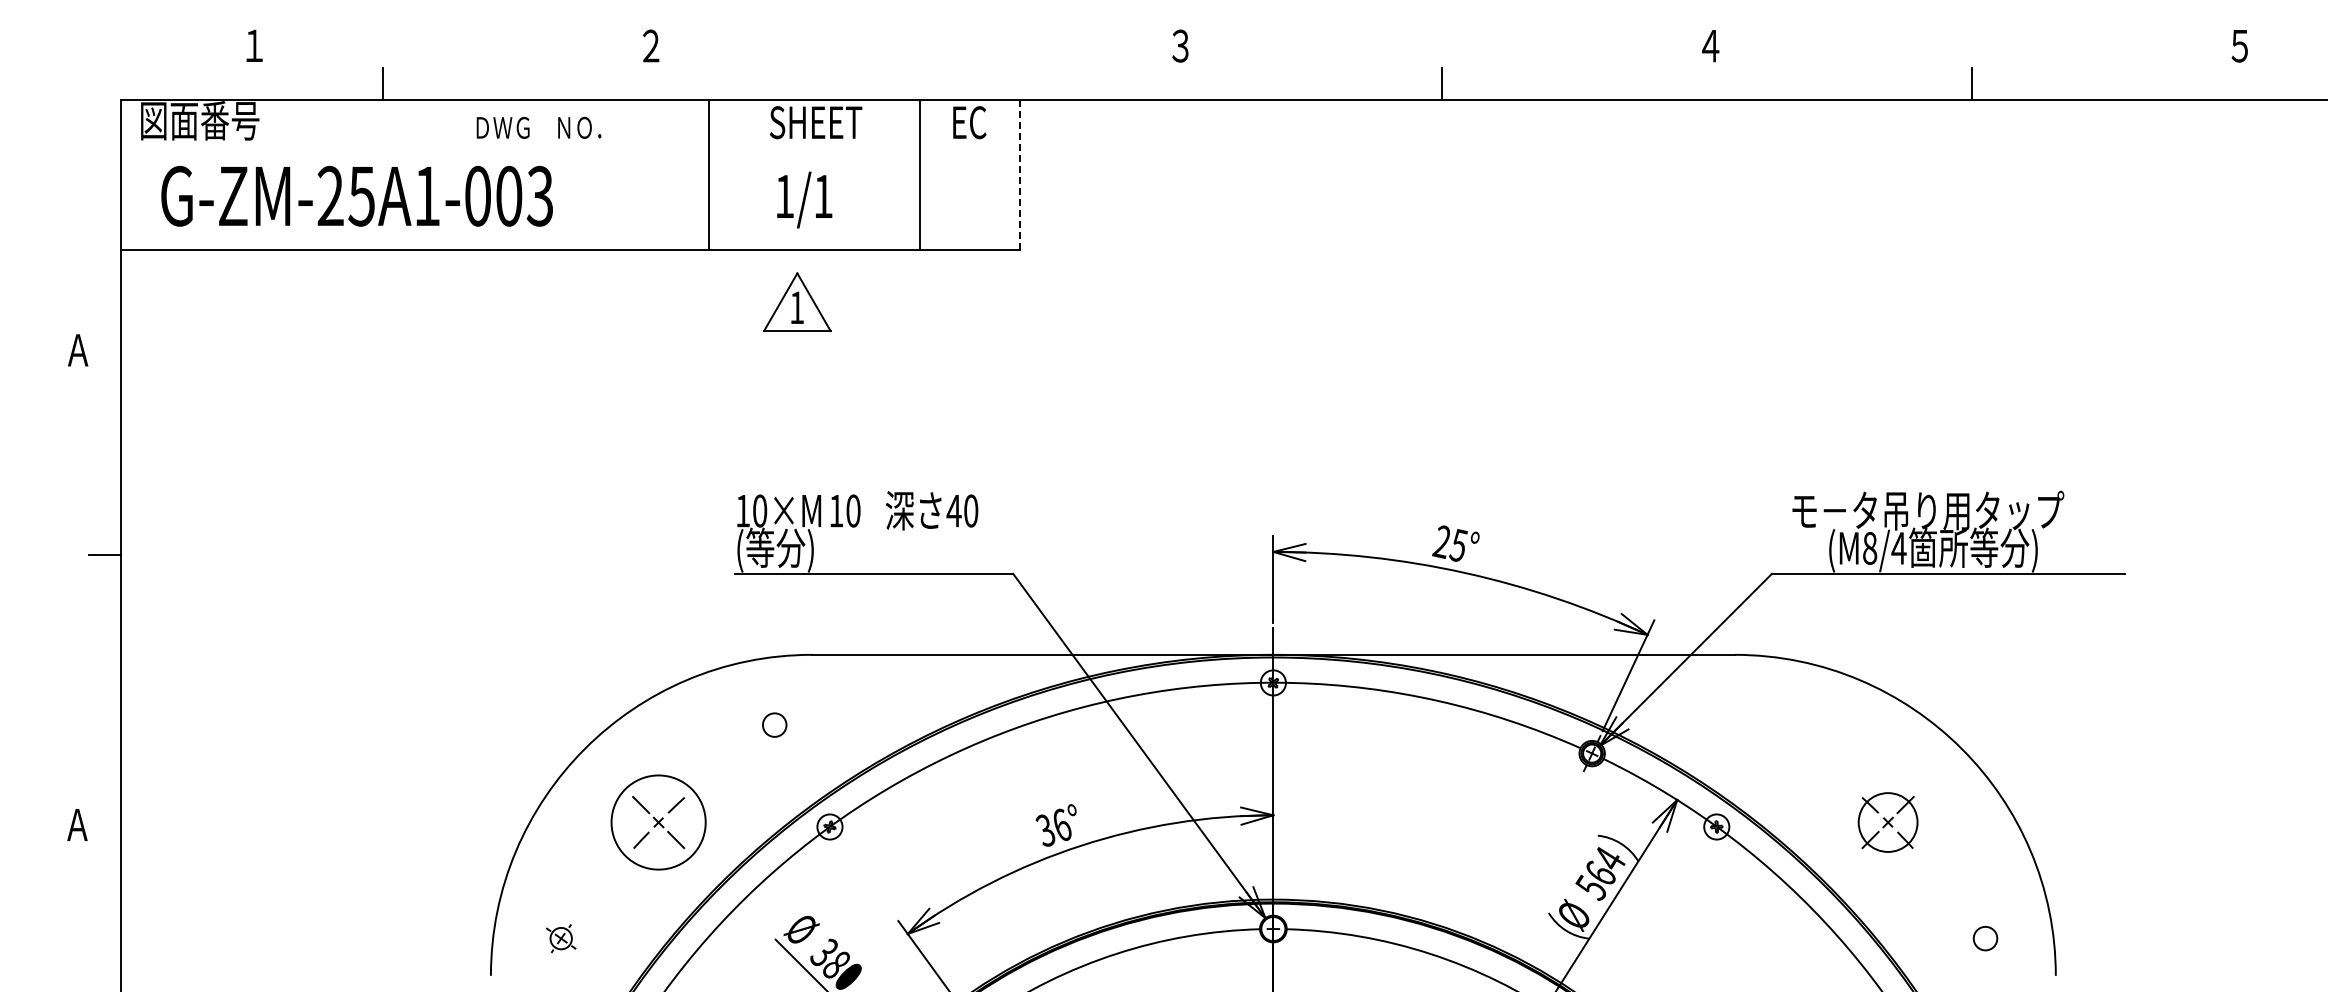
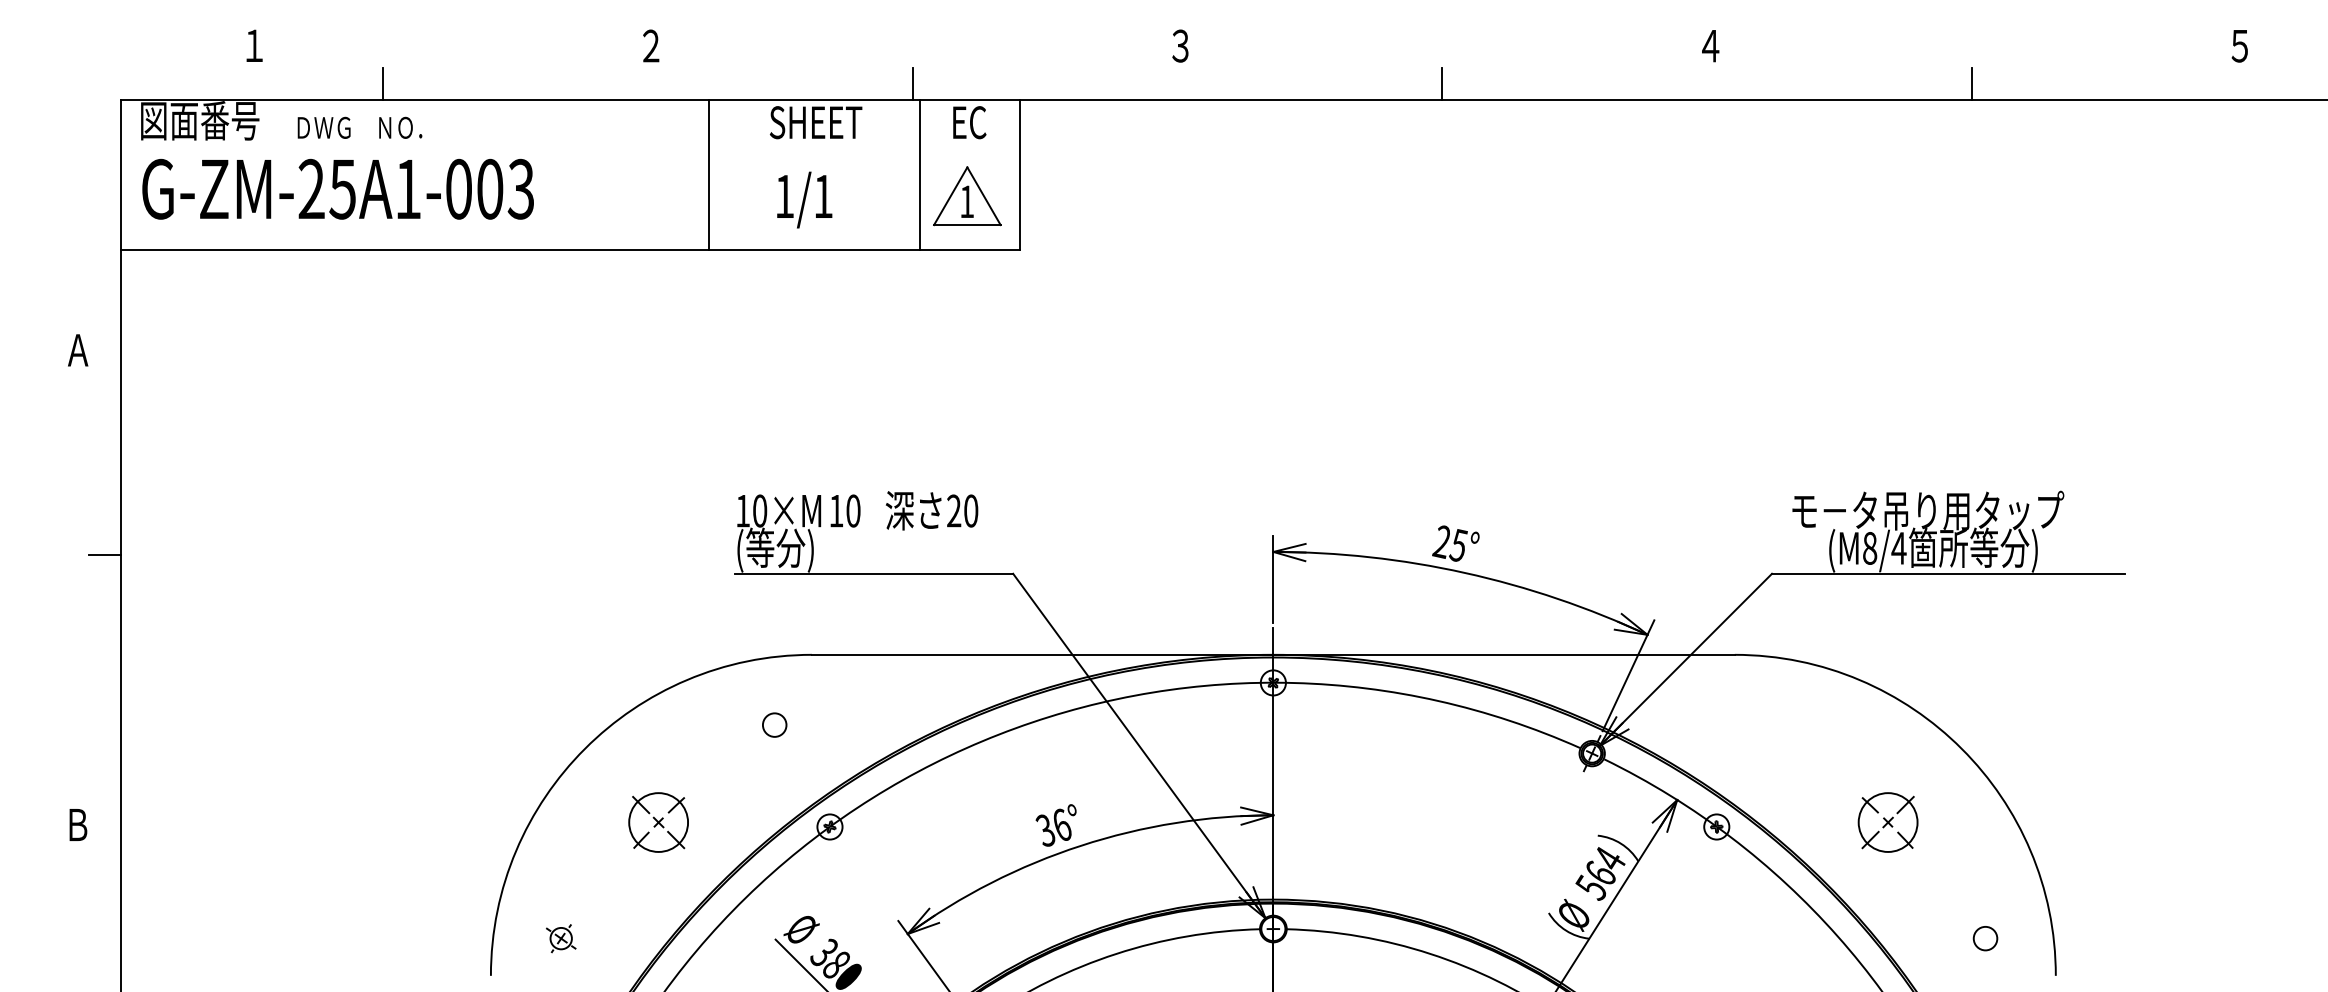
line at (912, 83): none -> present
text at (538, 127) position: (538, 127) -> (359, 127)
line at (1019, 174): dashed -> solid
text at (356, 195) position: (356, 195) -> (337, 188)
part at (797, 302) position: (797, 302) -> (967, 196)
text at (953, 510): 40 -> 20
circle at (658, 822) diameter: 94 px -> 59 px
text at (77, 825): Ａ -> Ｂ
